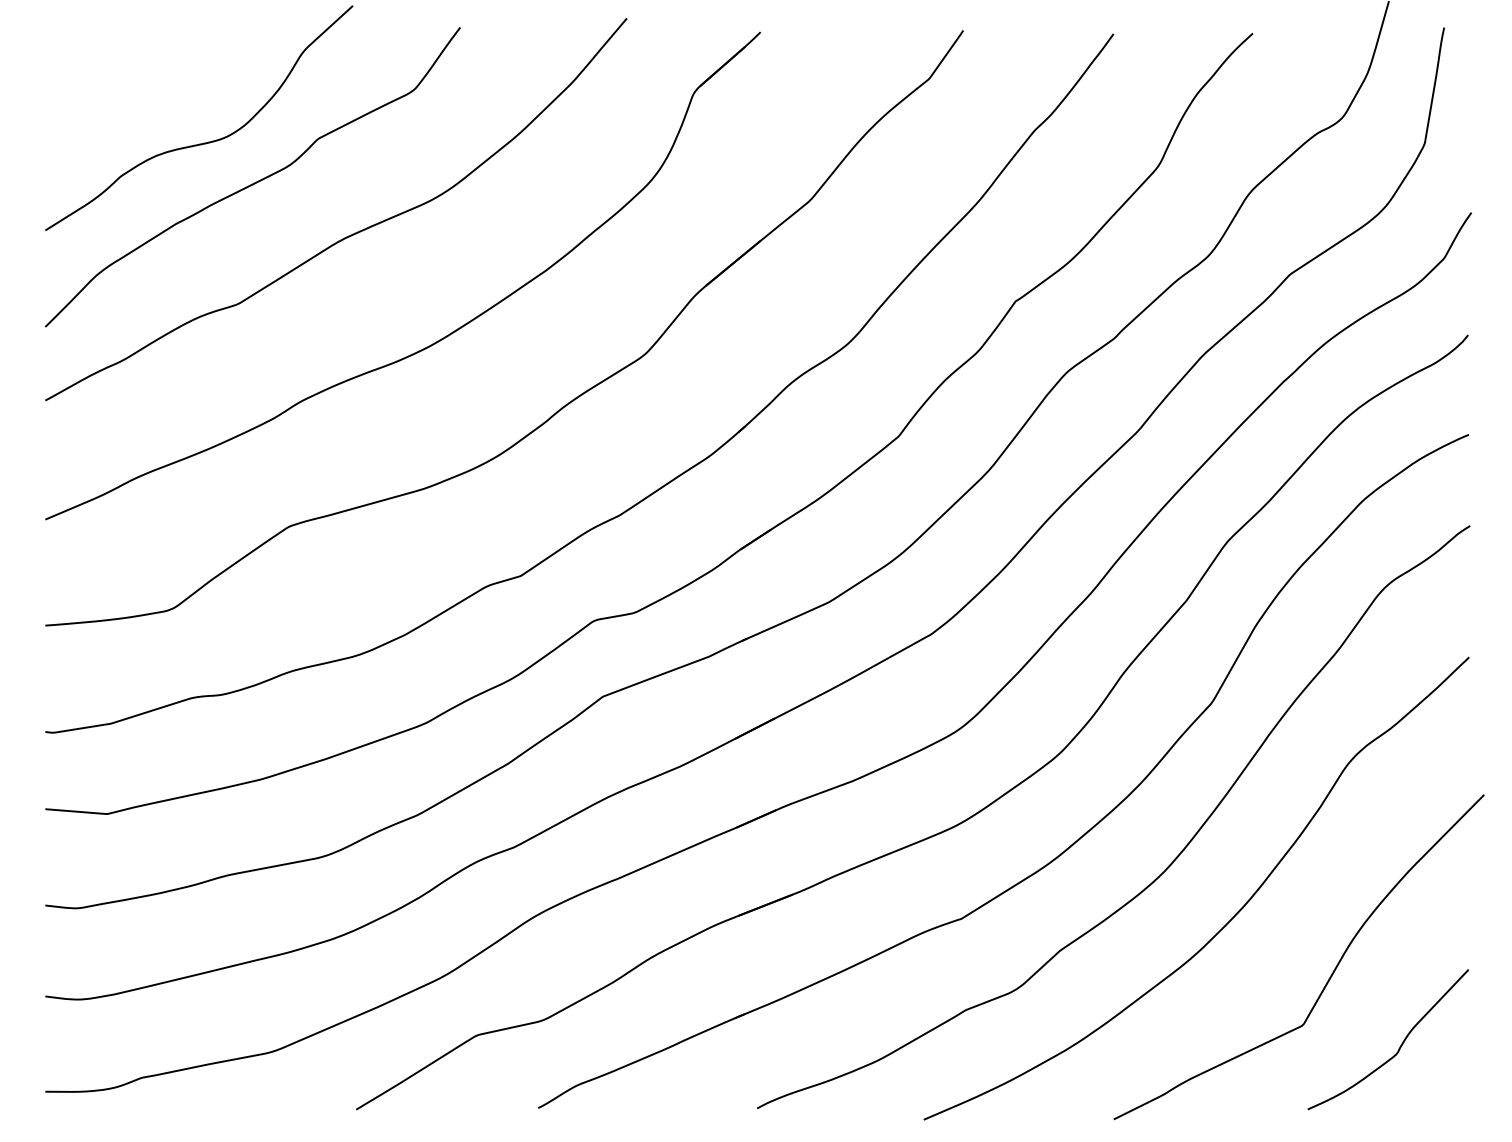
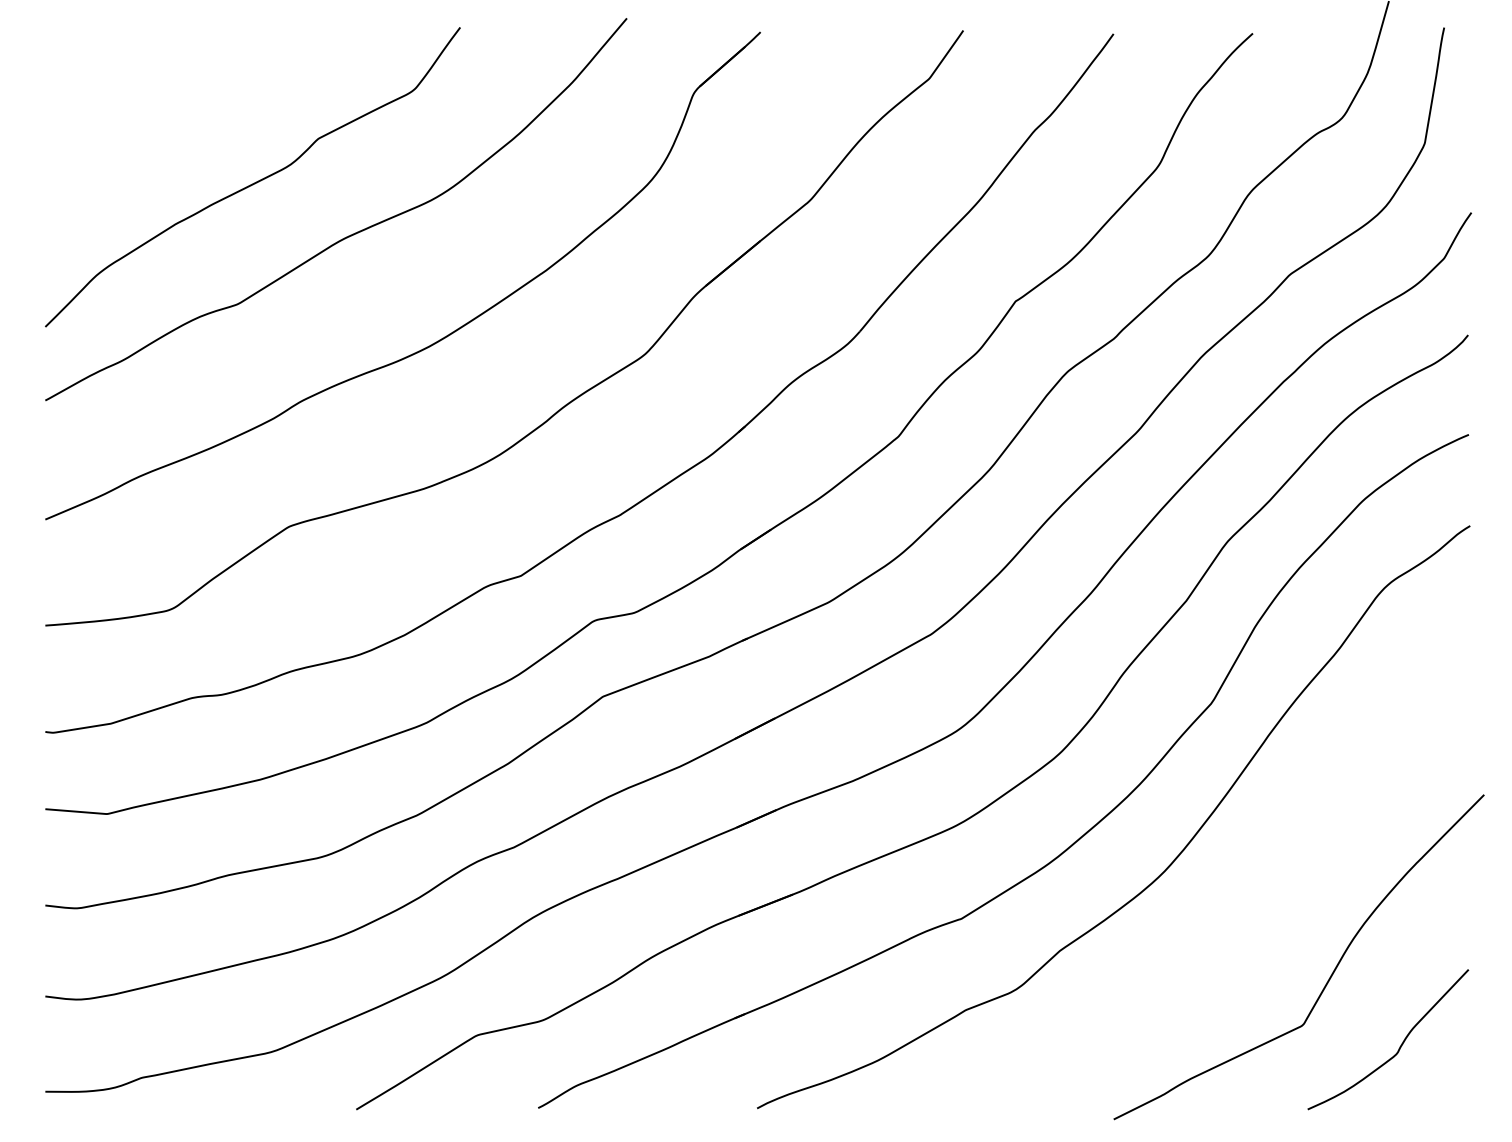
curve at (203, 142): present -> none
curve at (1229, 920): present -> none
